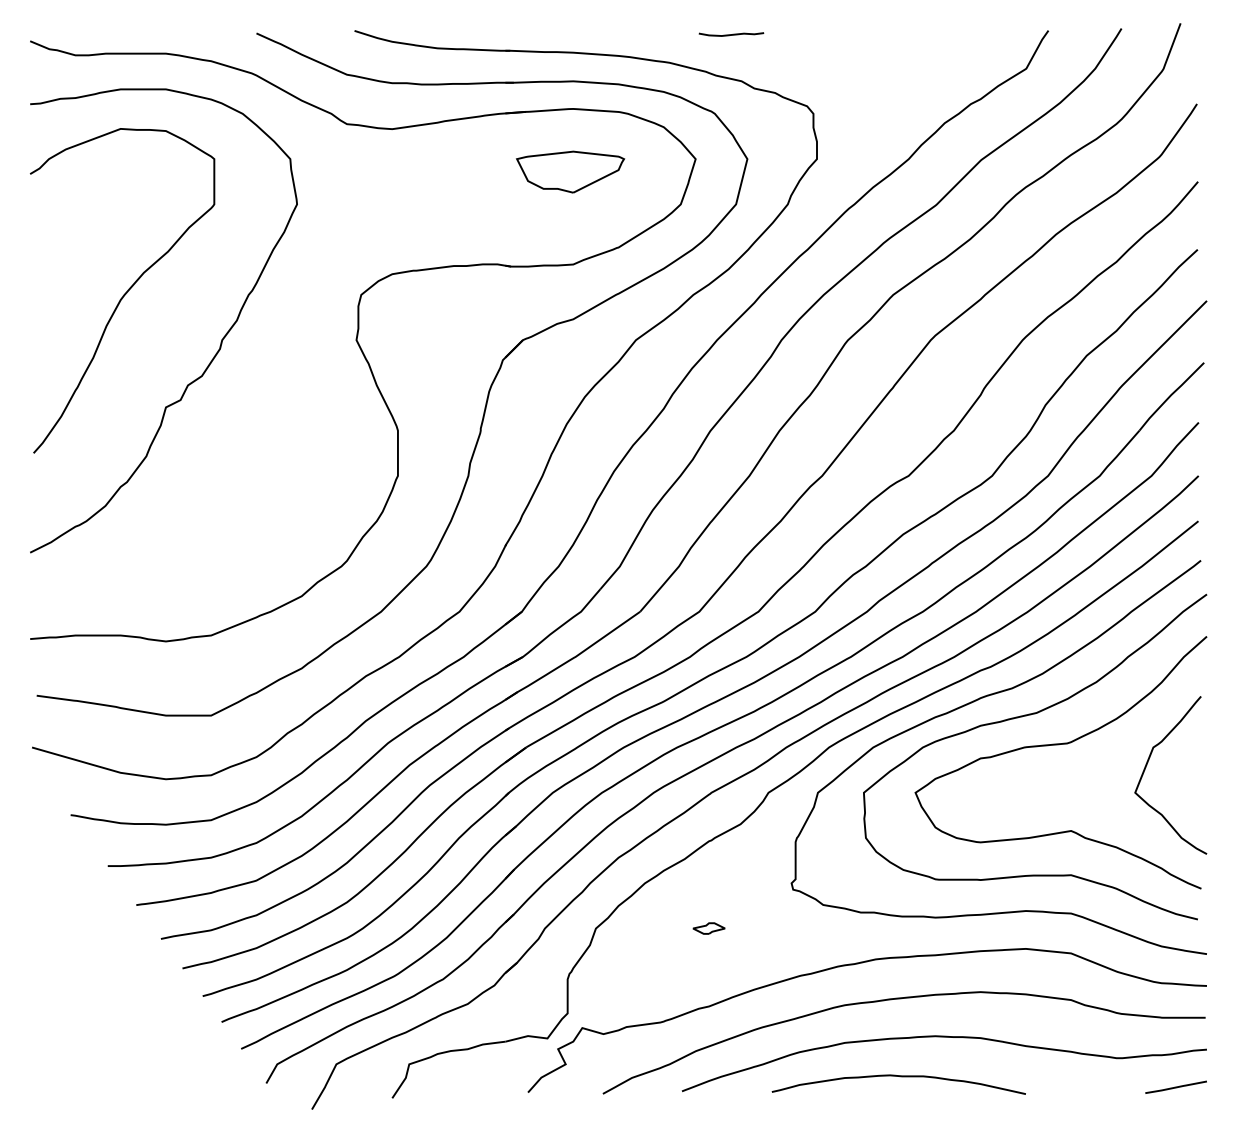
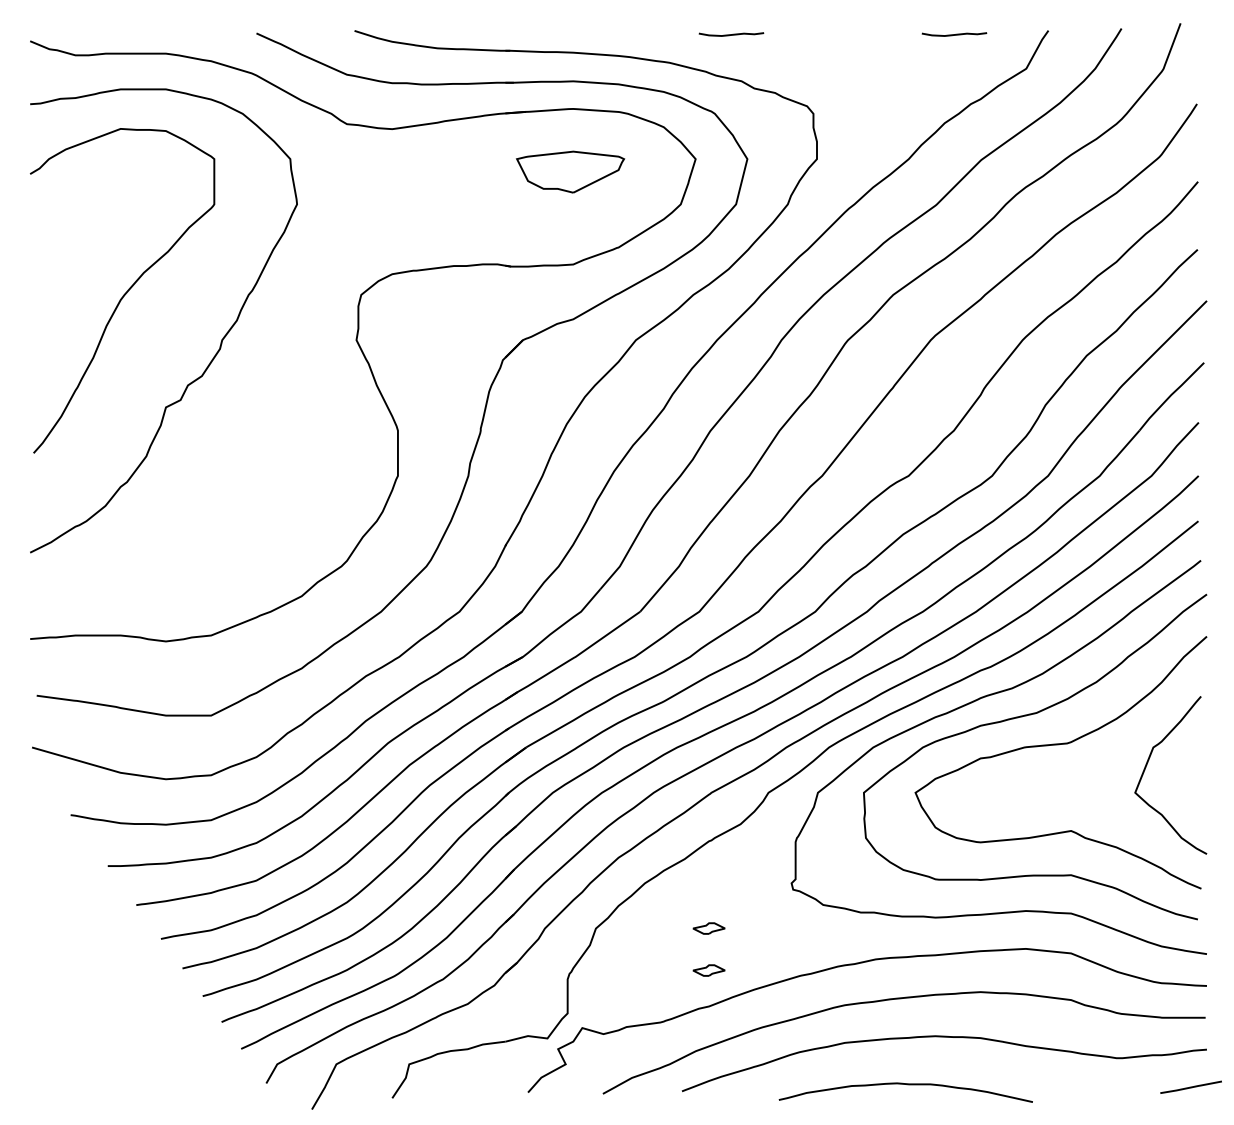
curve at (954, 34): none -> present
part at (708, 970): none -> present
curve at (900, 1077) position: (900, 1077) -> (907, 1085)
line at (1175, 1086) position: (1175, 1086) -> (1190, 1086)
